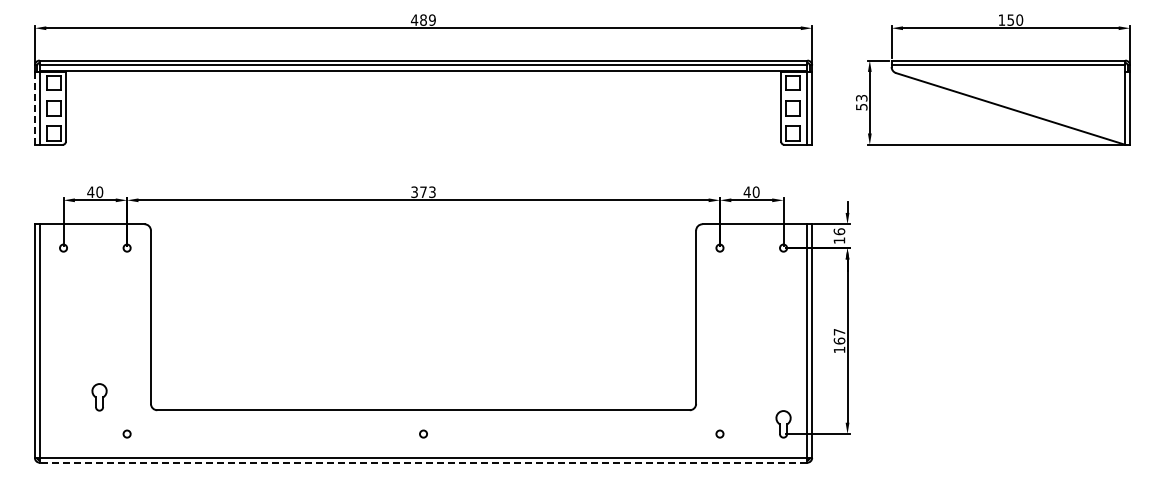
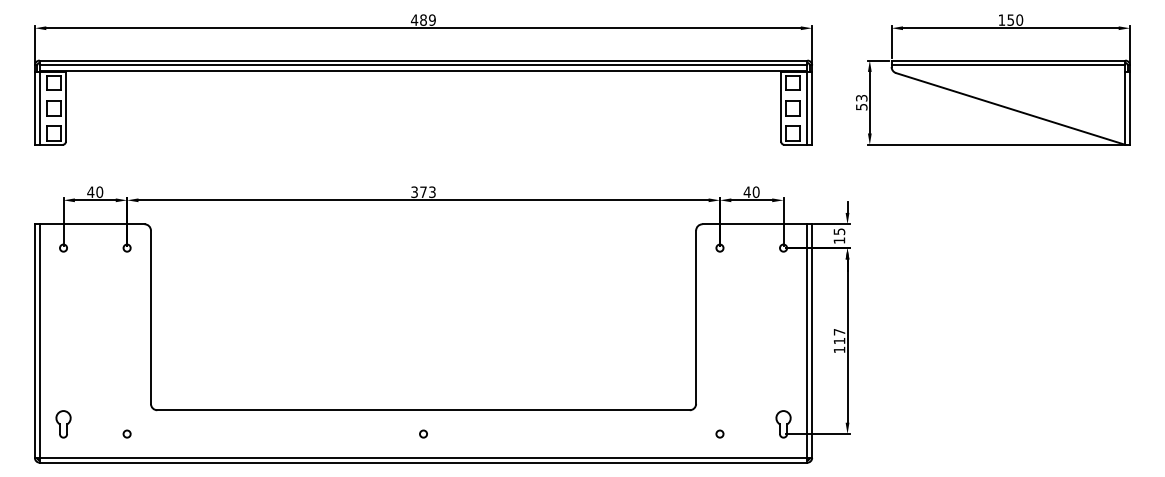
line at (34, 108): dashed -> solid
text at (839, 231): 16 -> 15
text at (839, 340): 167 -> 117
part at (99, 397) position: (99, 397) -> (63, 424)
line at (423, 462): dashed -> solid
